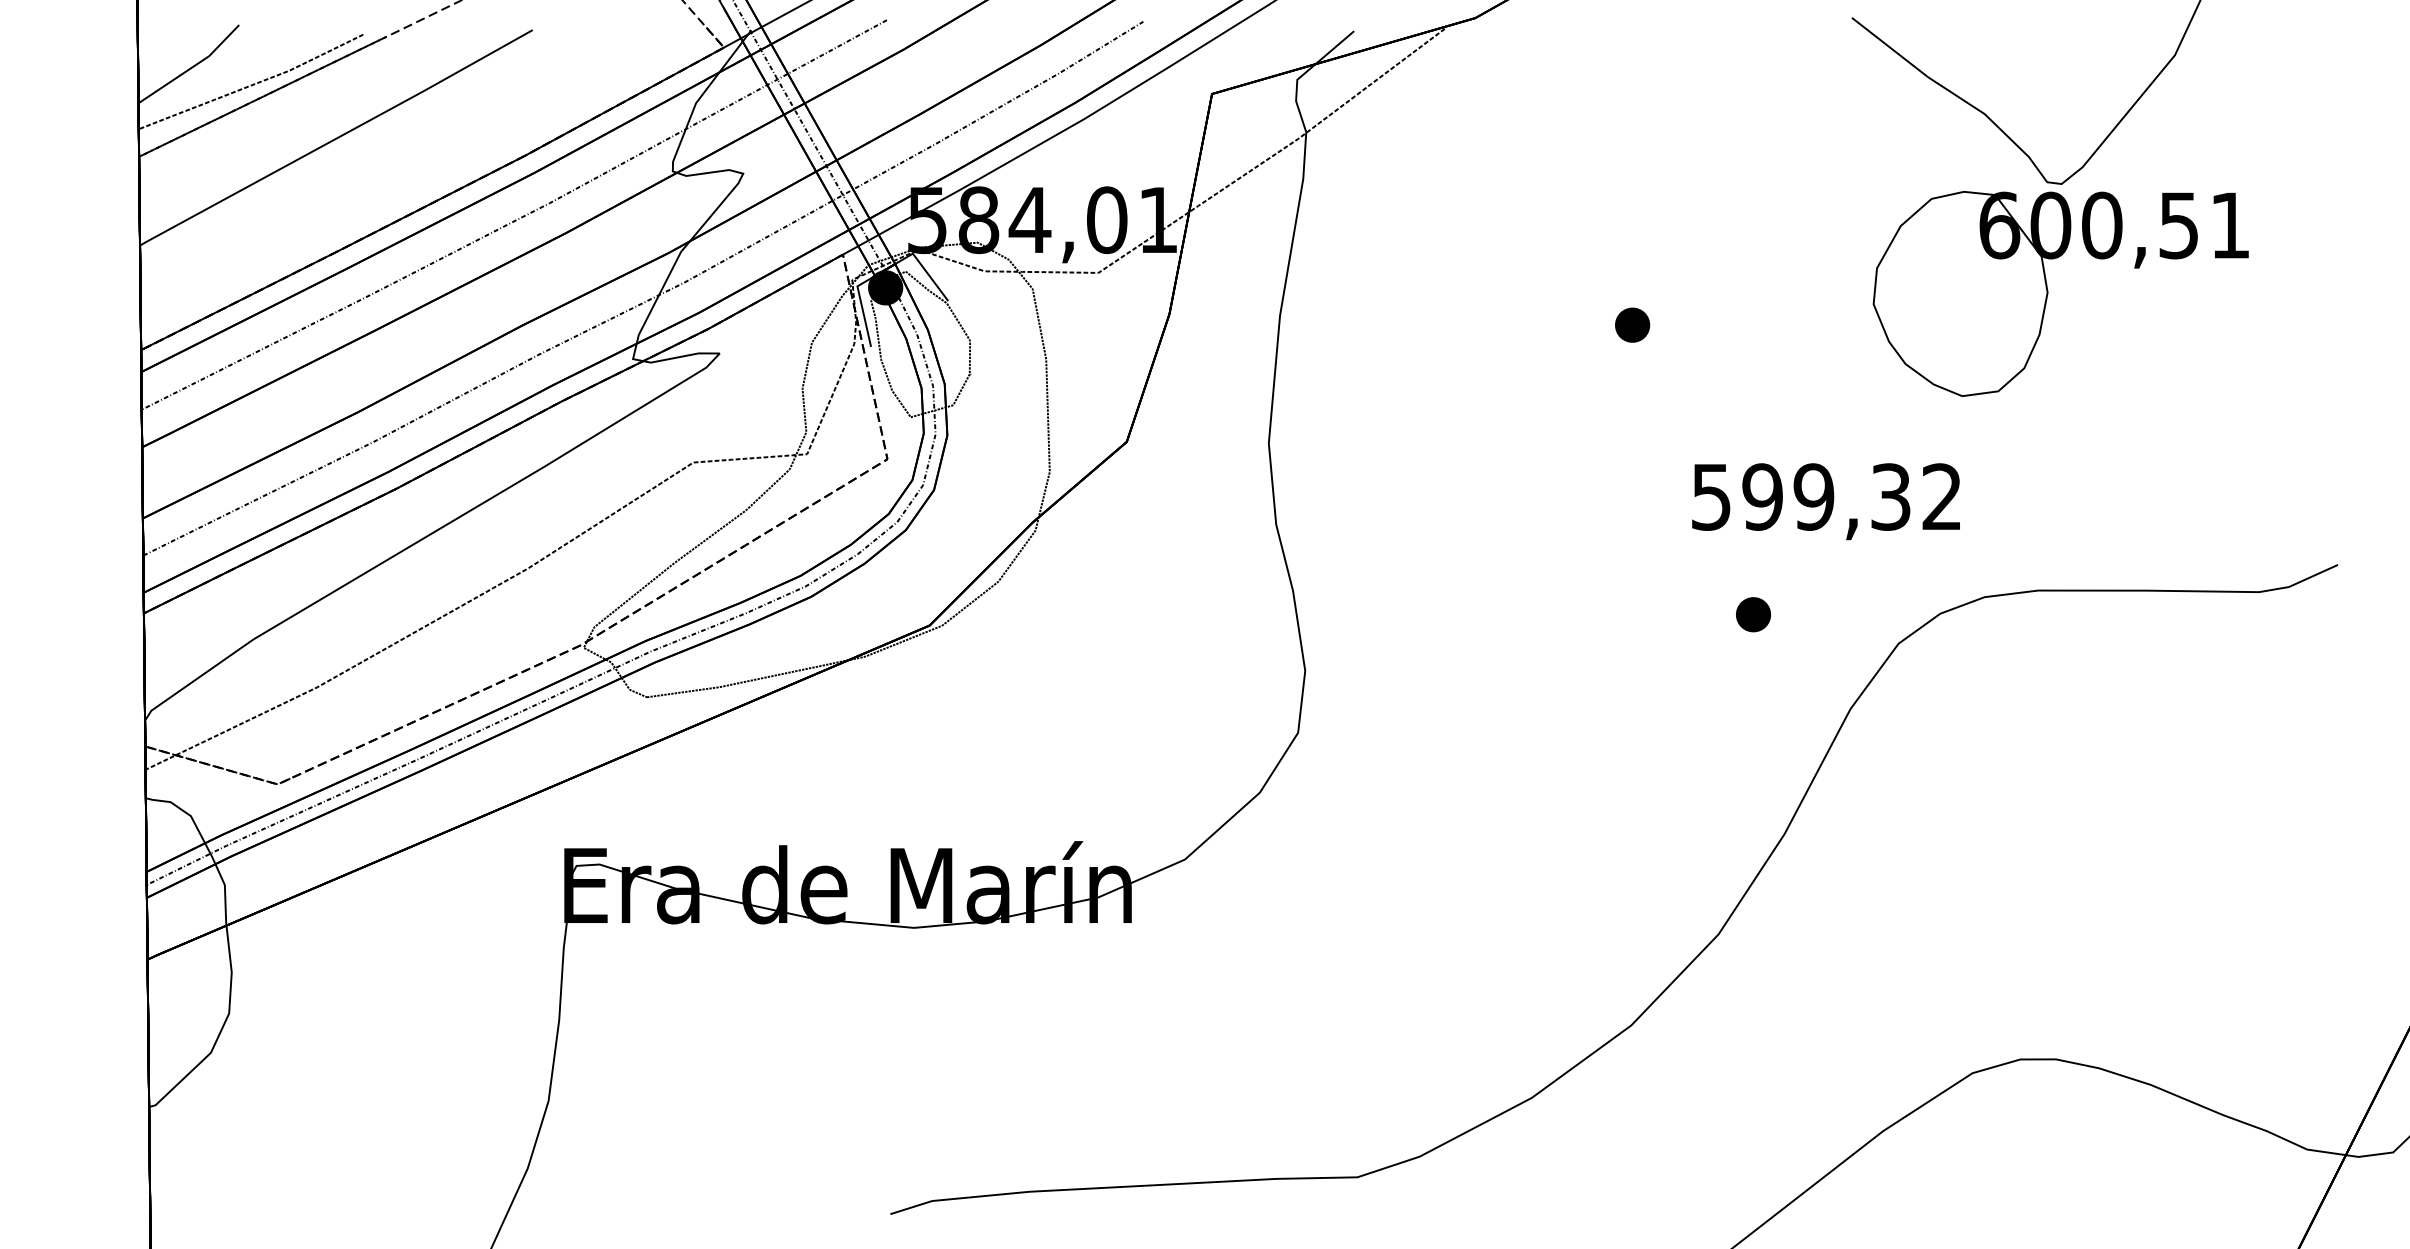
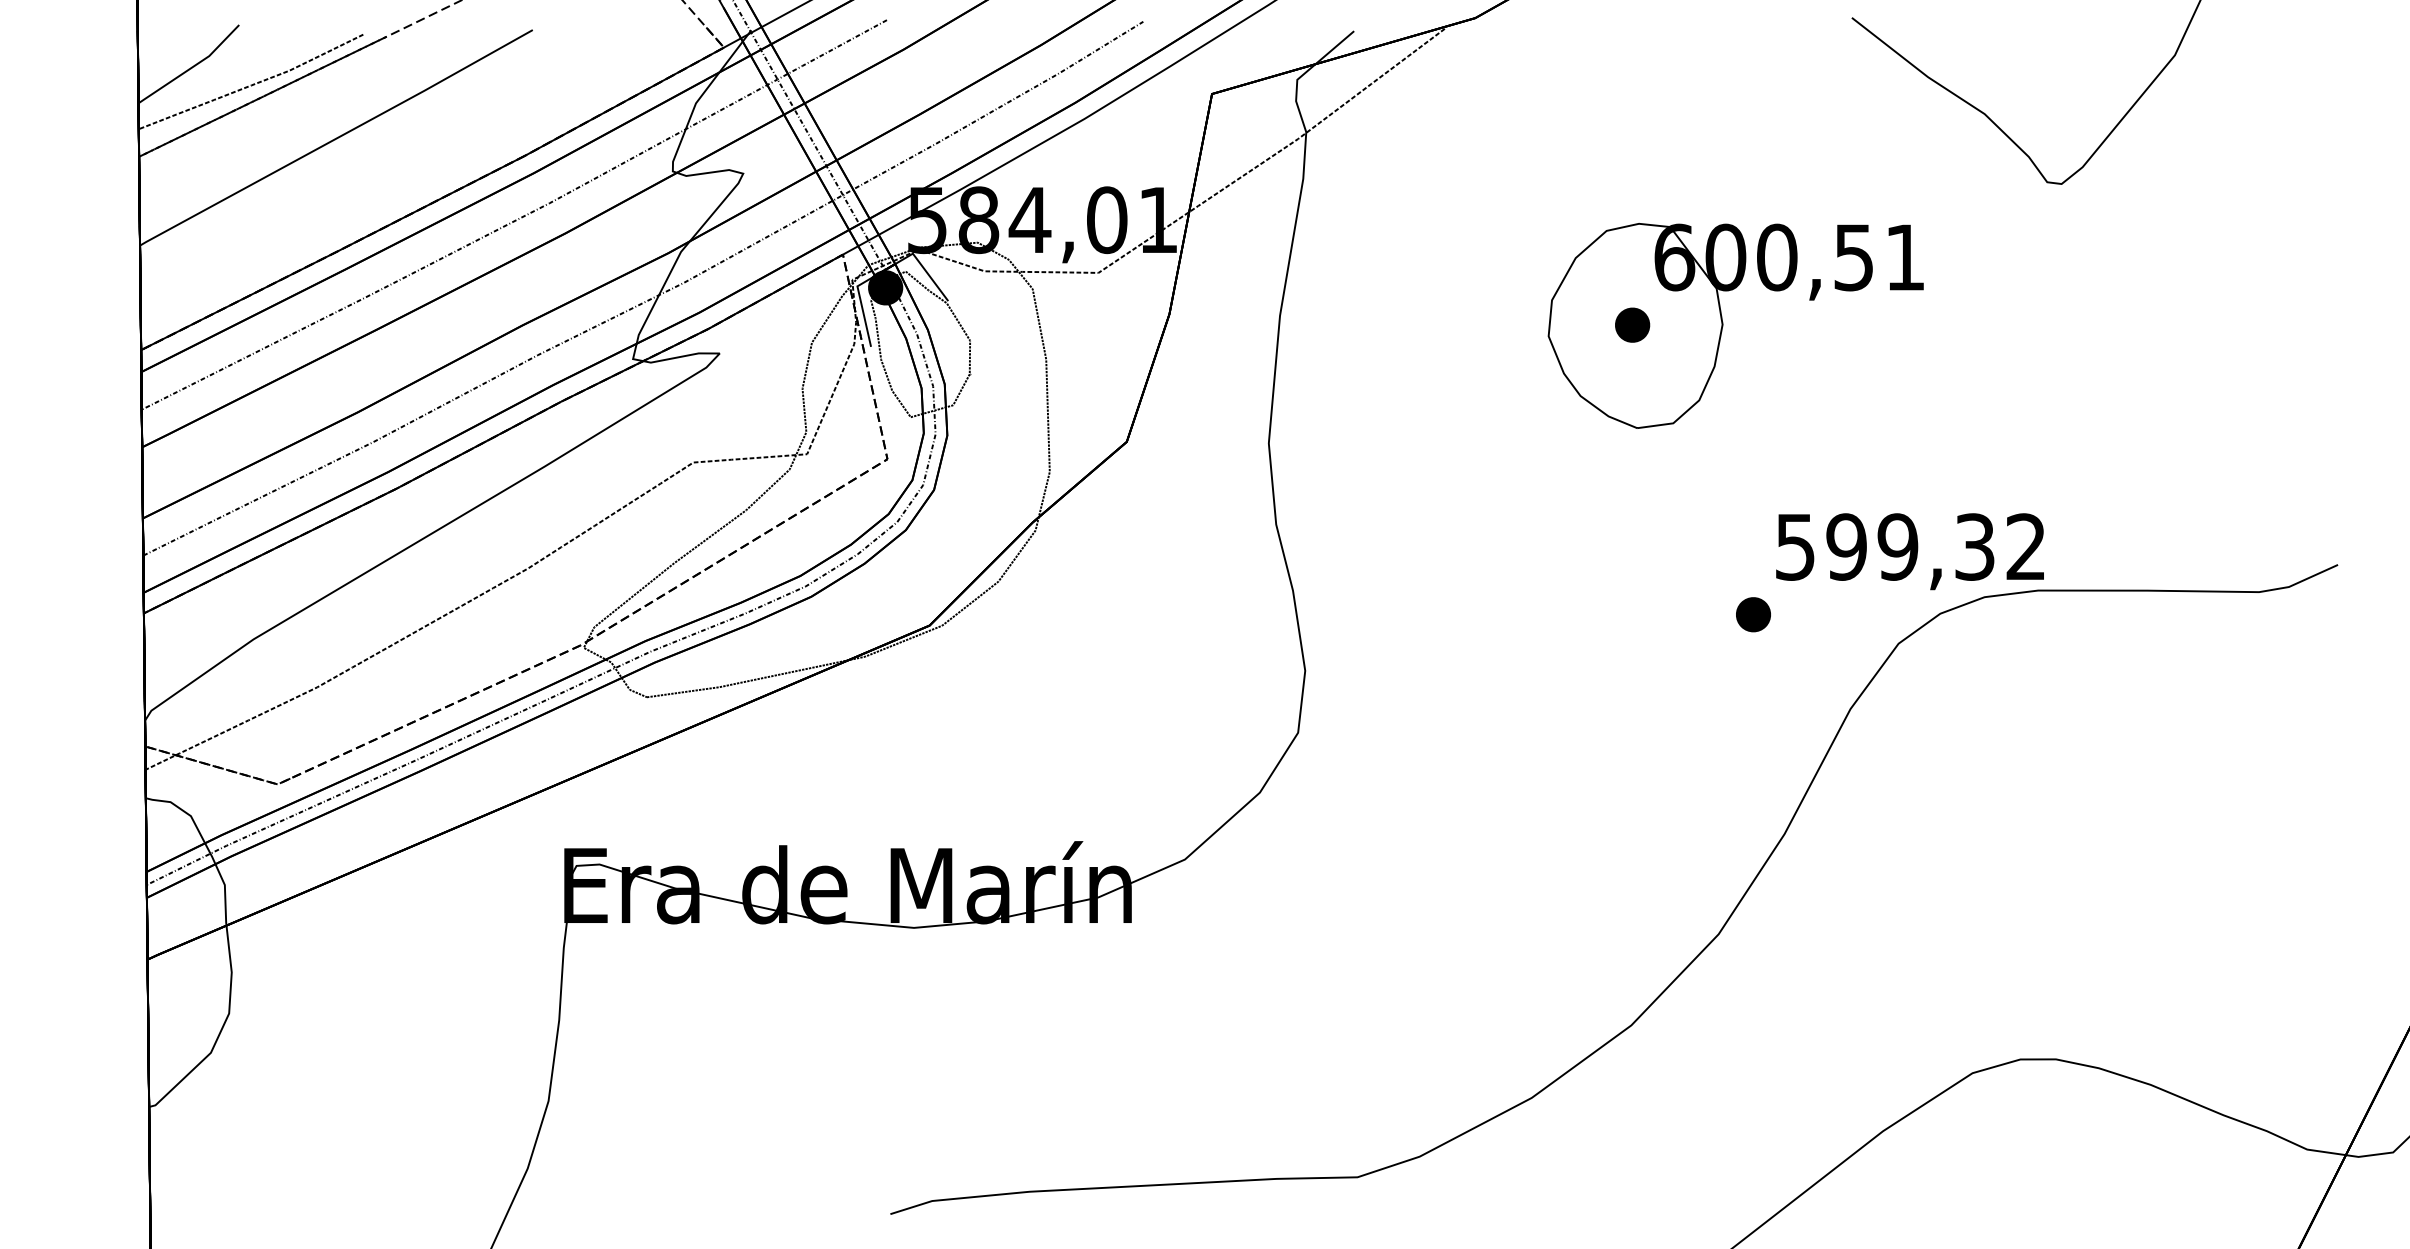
part at (2048, 293) position: (2048, 293) -> (1723, 325)
text at (1825, 501) position: (1825, 501) -> (1909, 551)
